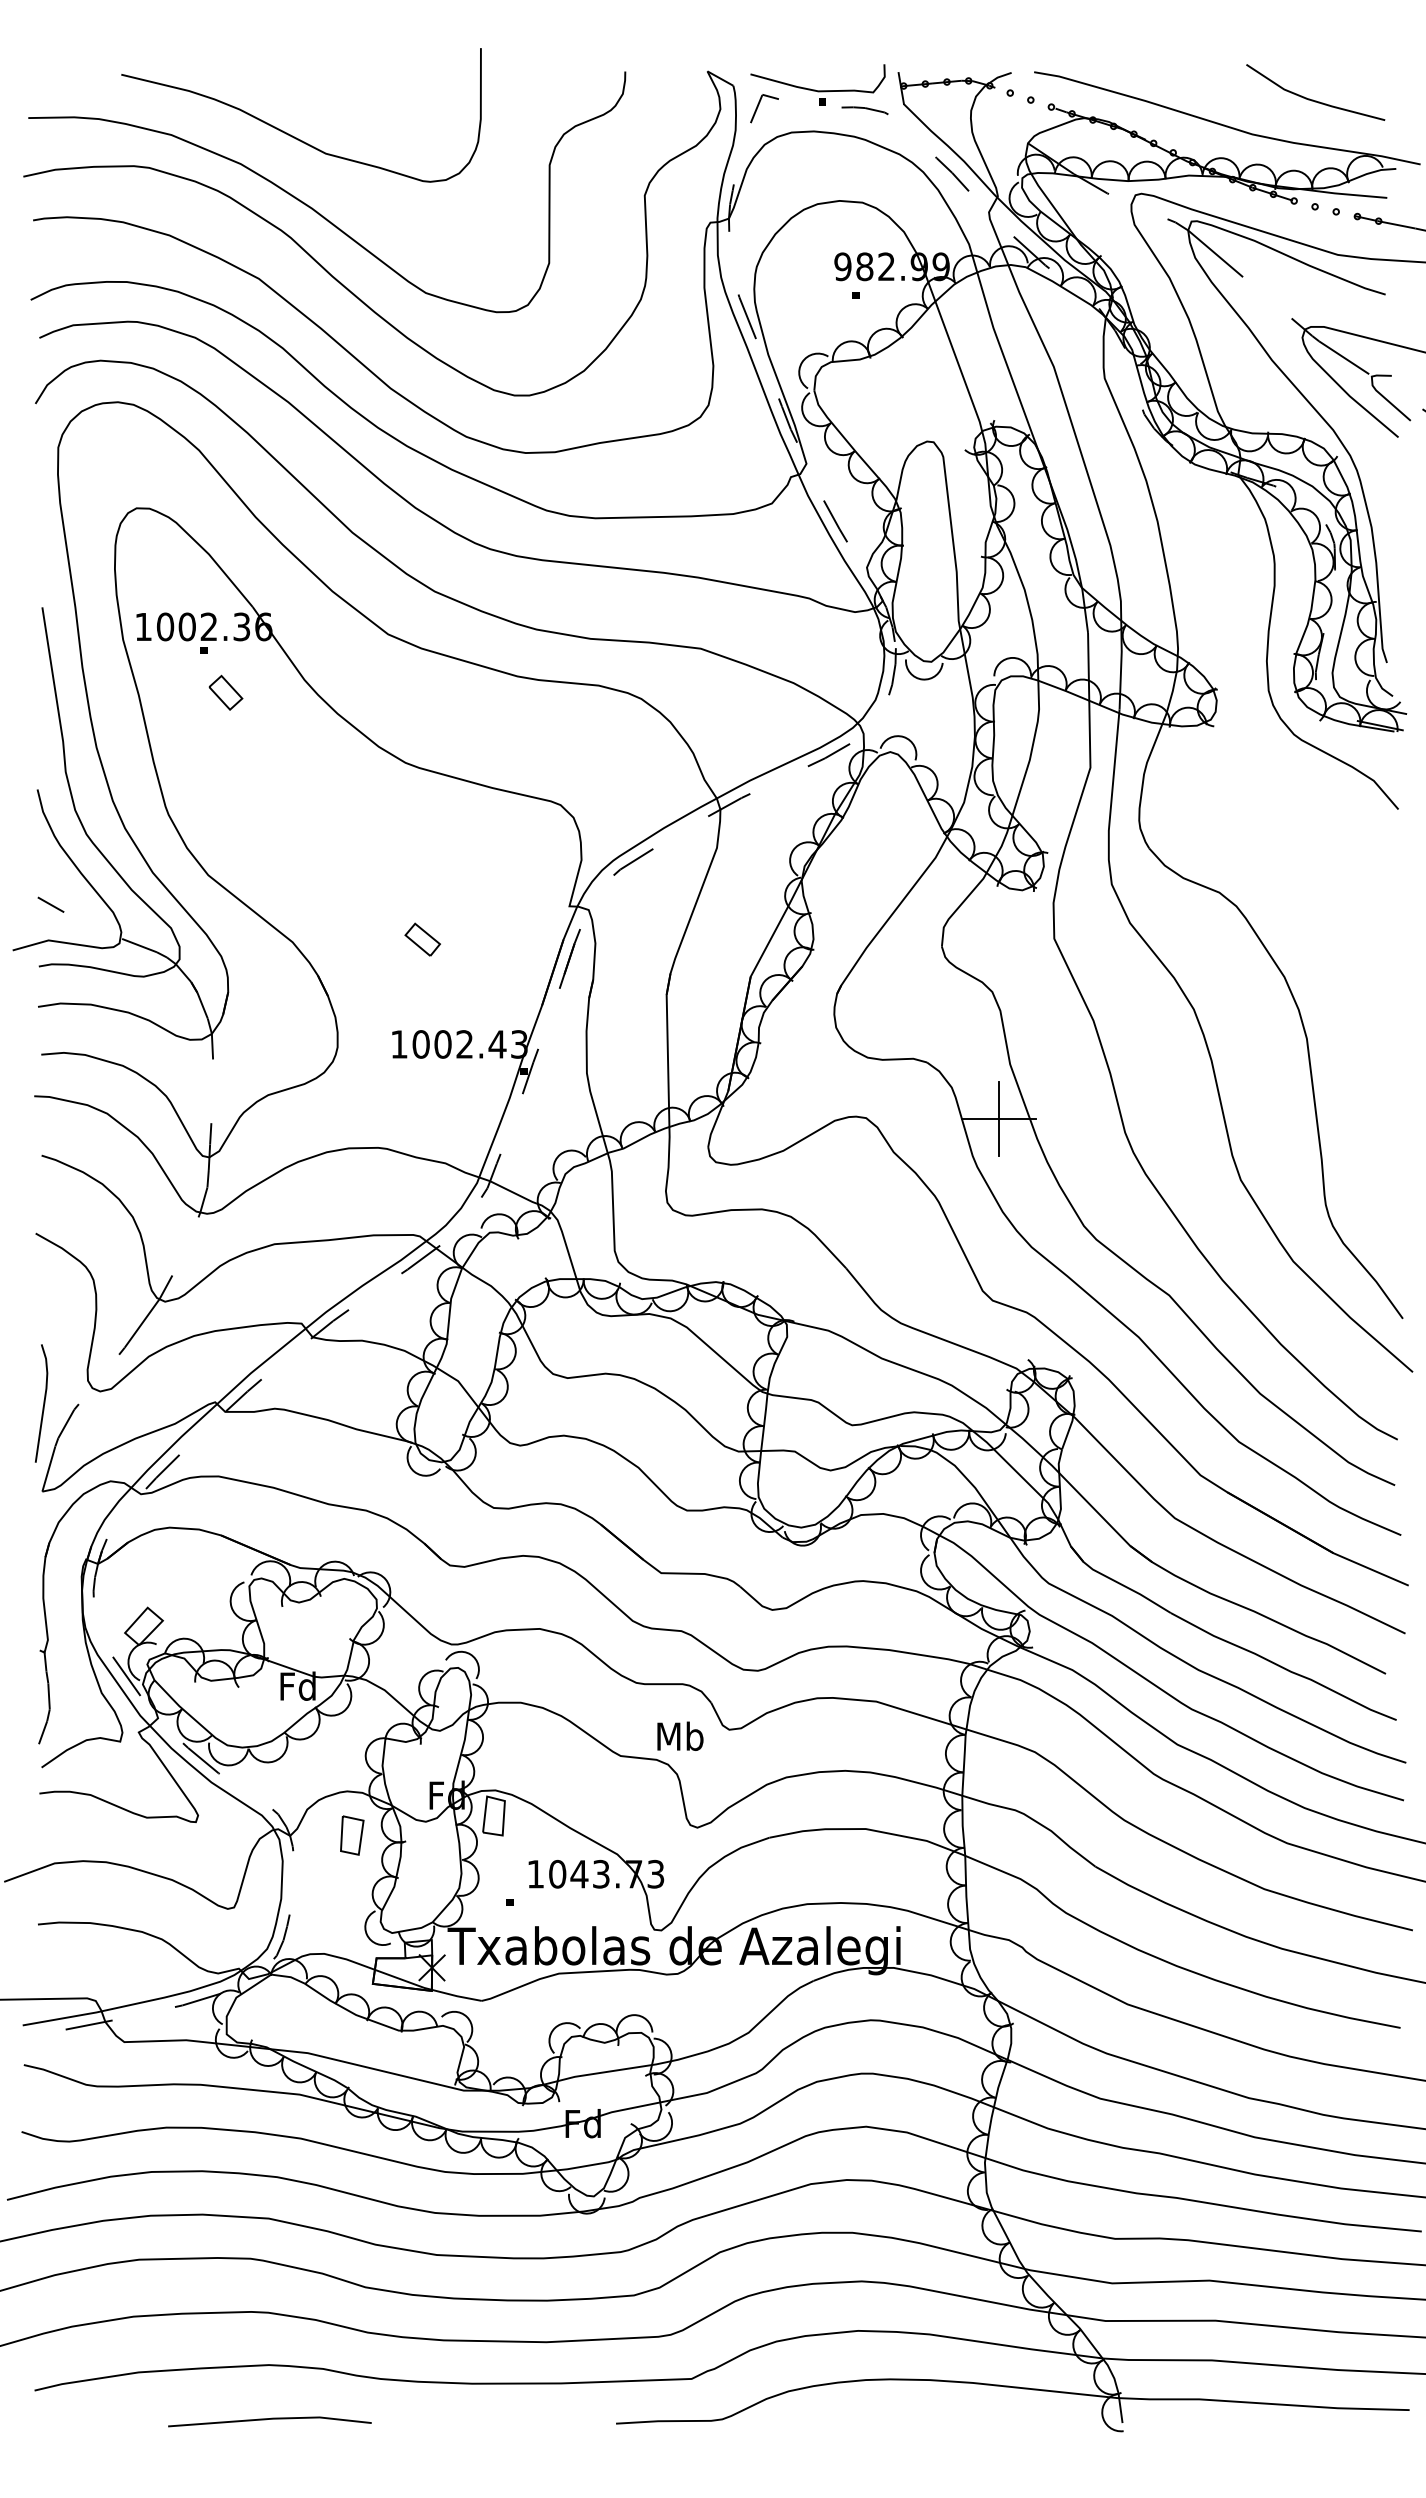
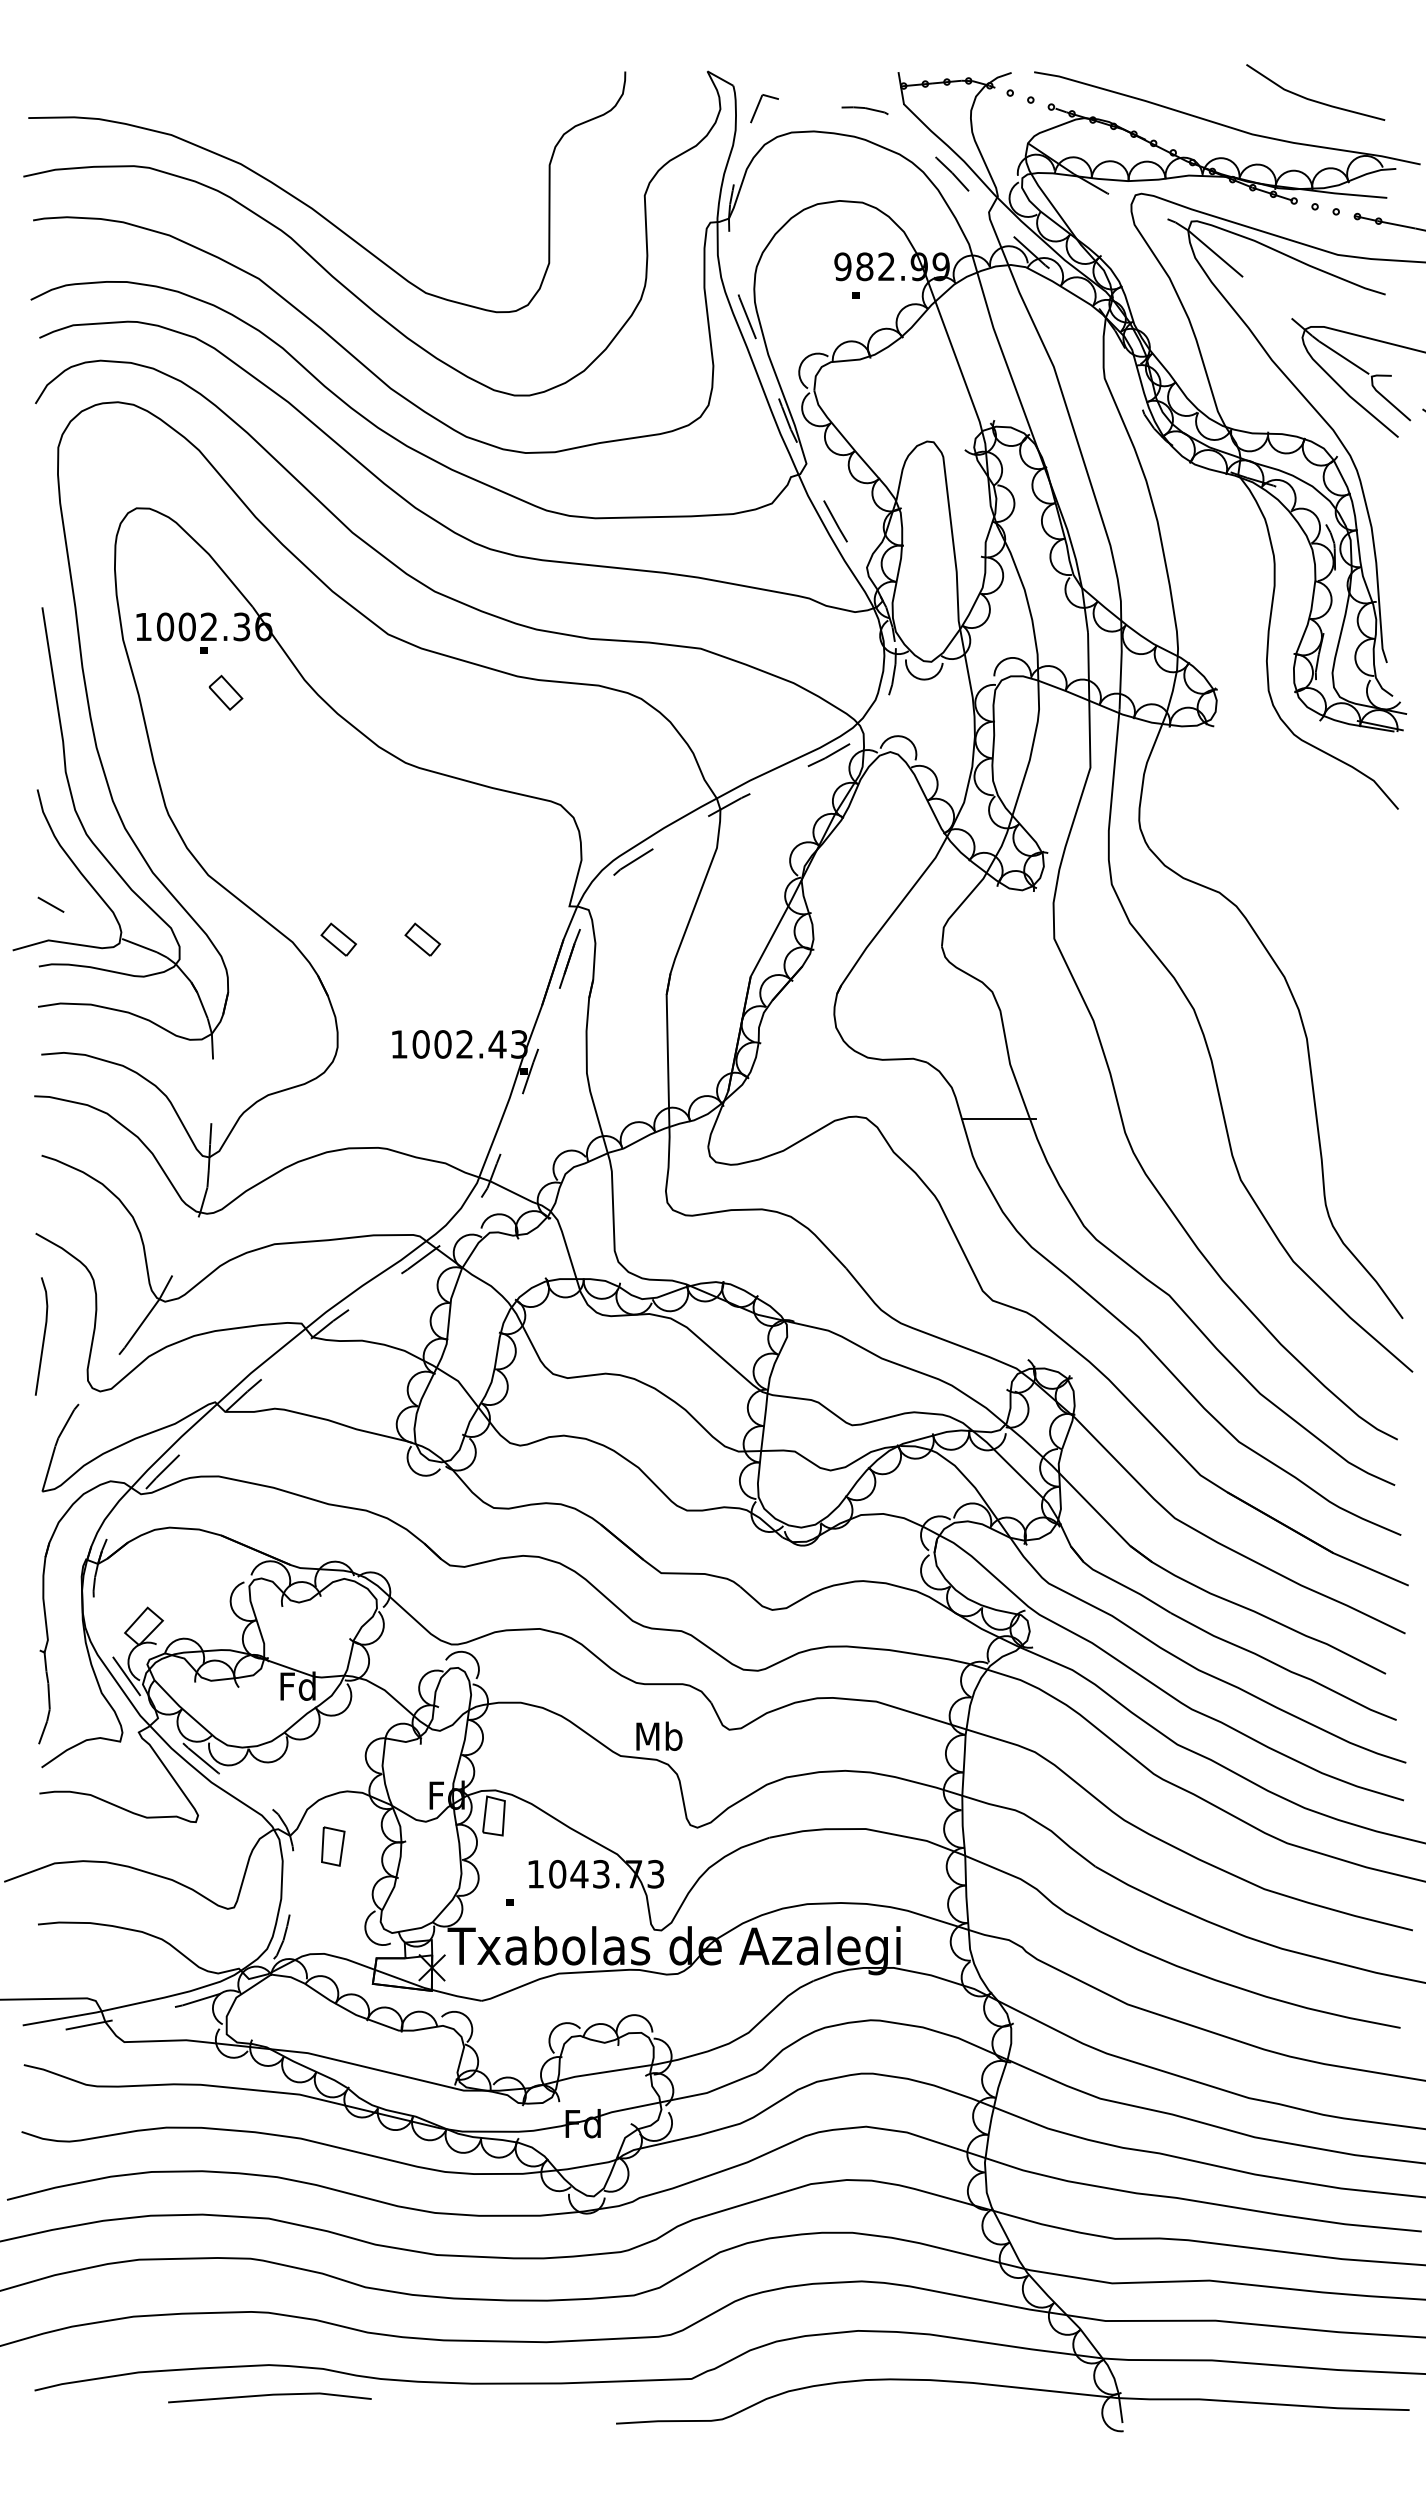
part at (817, 84): present -> none
curve at (292, 135): present -> none
part at (338, 939): none -> present
line at (998, 1119): present -> none
line at (43, 1403) position: (43, 1403) -> (43, 1336)
text at (680, 1735) position: (680, 1735) -> (659, 1735)
part at (352, 1835) position: (352, 1835) -> (333, 1846)
line at (269, 2419) position: (269, 2419) -> (269, 2395)
